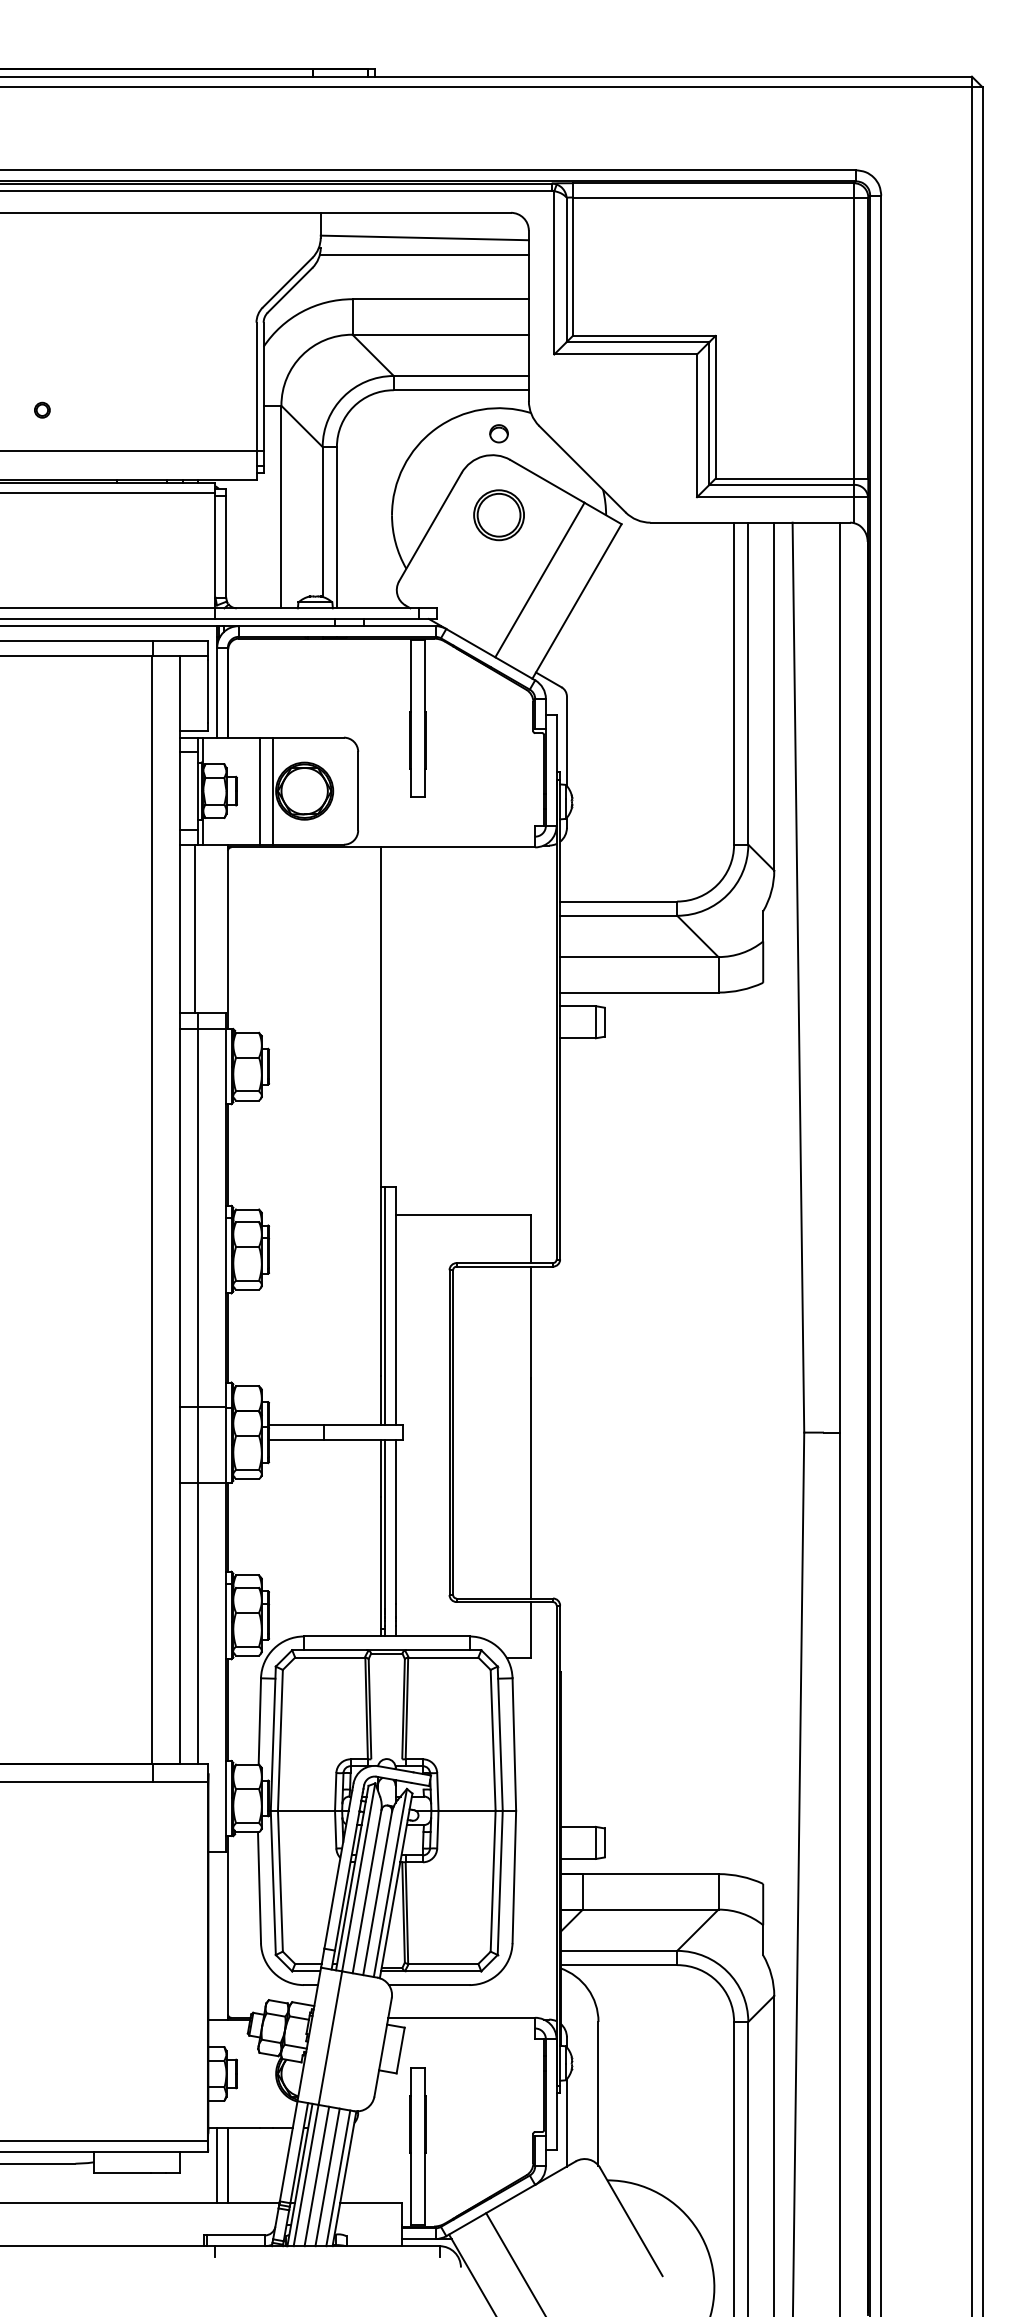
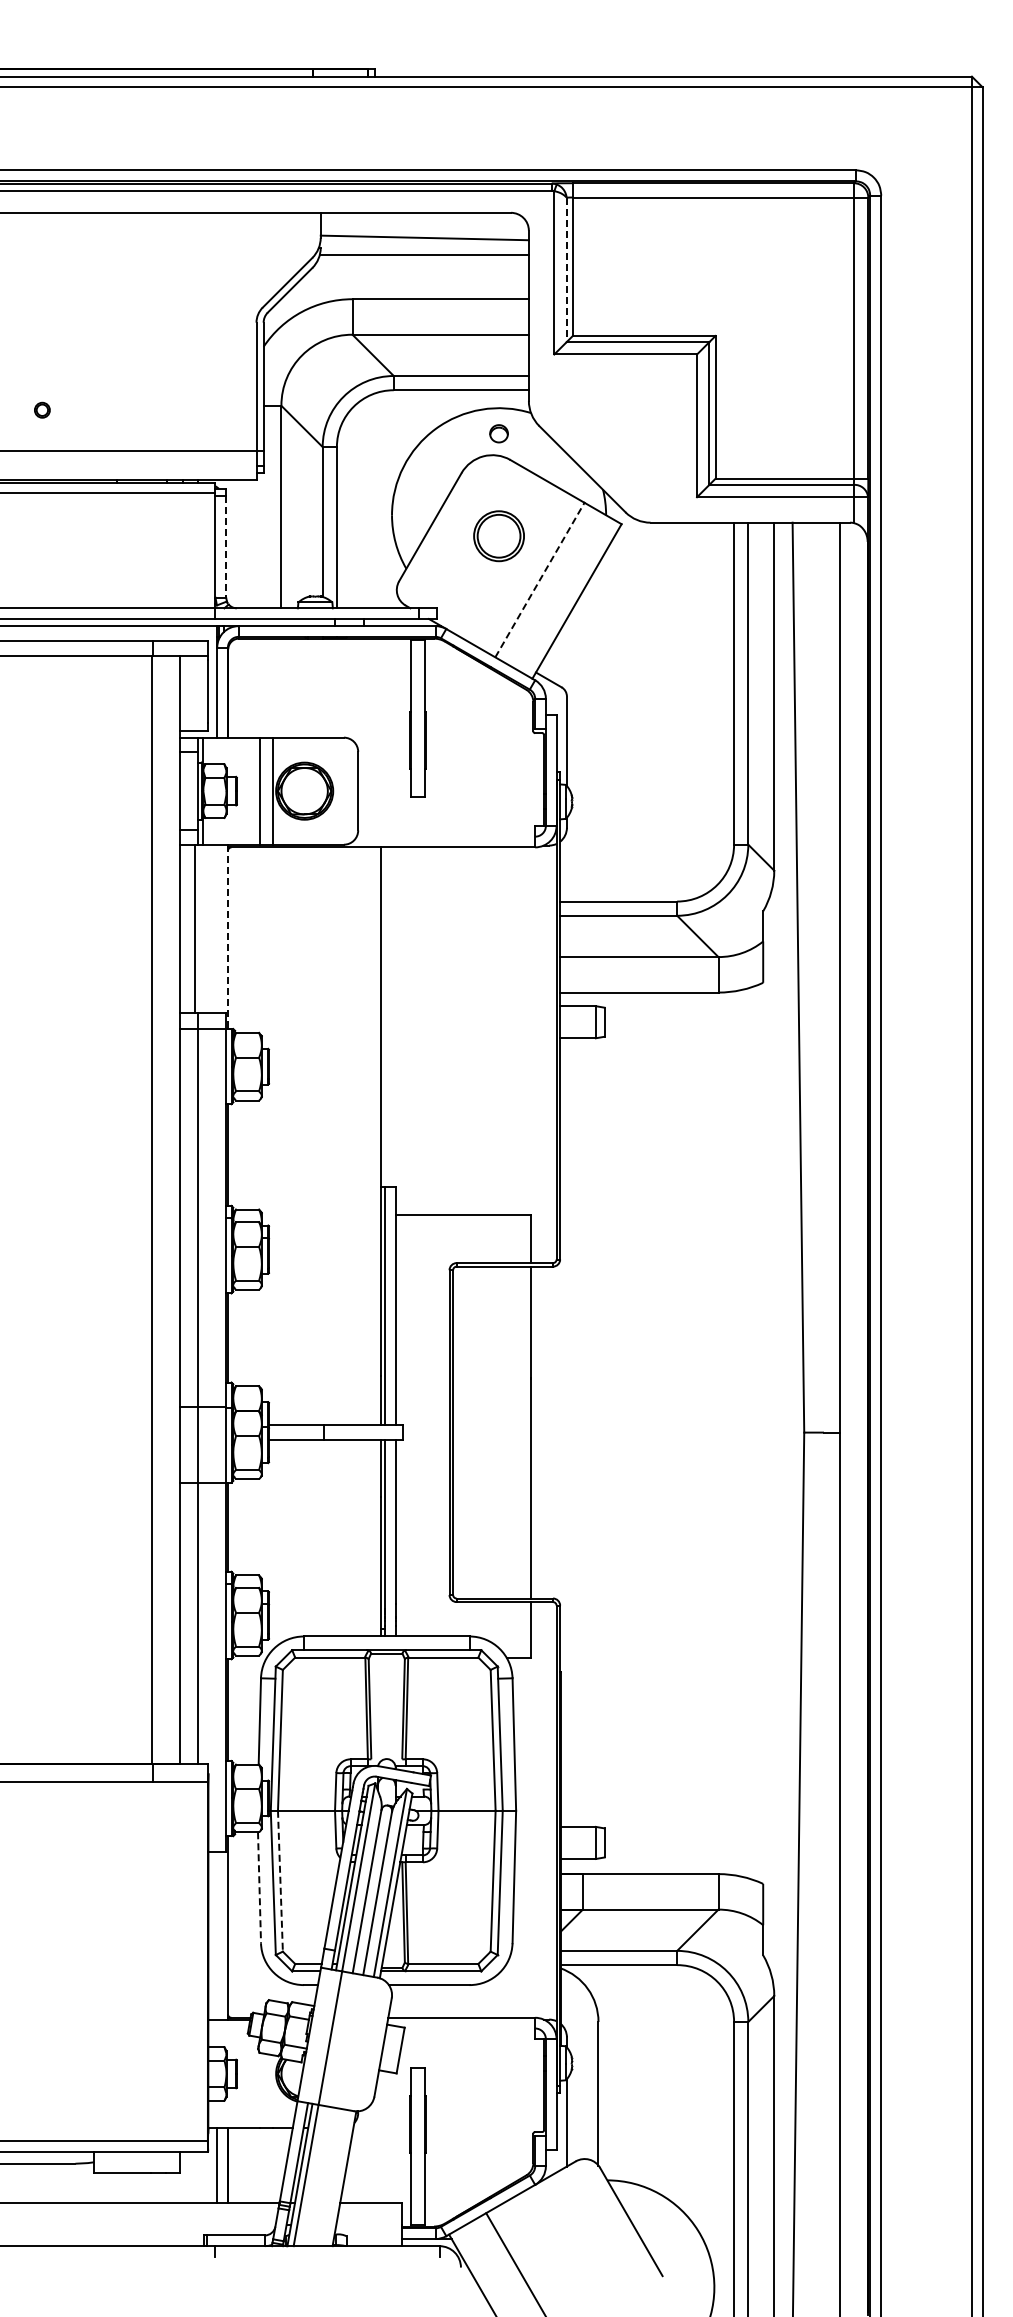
line at (566, 270): solid -> dashed
part at (498, 515) position: (498, 515) -> (498, 536)
line at (226, 546): solid -> dashed
line at (540, 579): solid -> dashed
line at (227, 937): solid -> dashed
line at (280, 1881): solid -> dashed
line at (259, 1887): solid -> dashed
line at (316, 2176): present -> none
line at (327, 2177): present -> none
line at (338, 2178): present -> none
